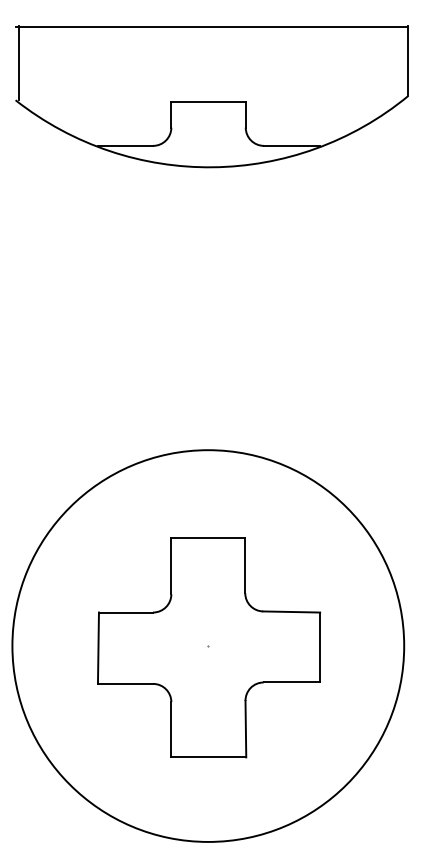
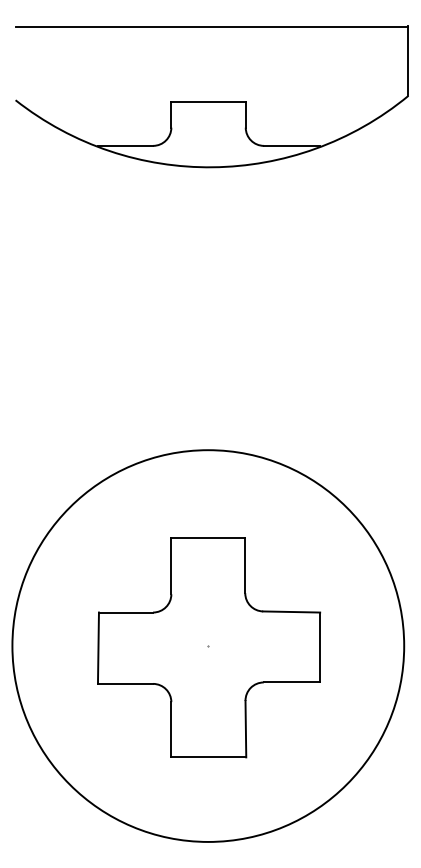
line at (18, 62): present -> none
